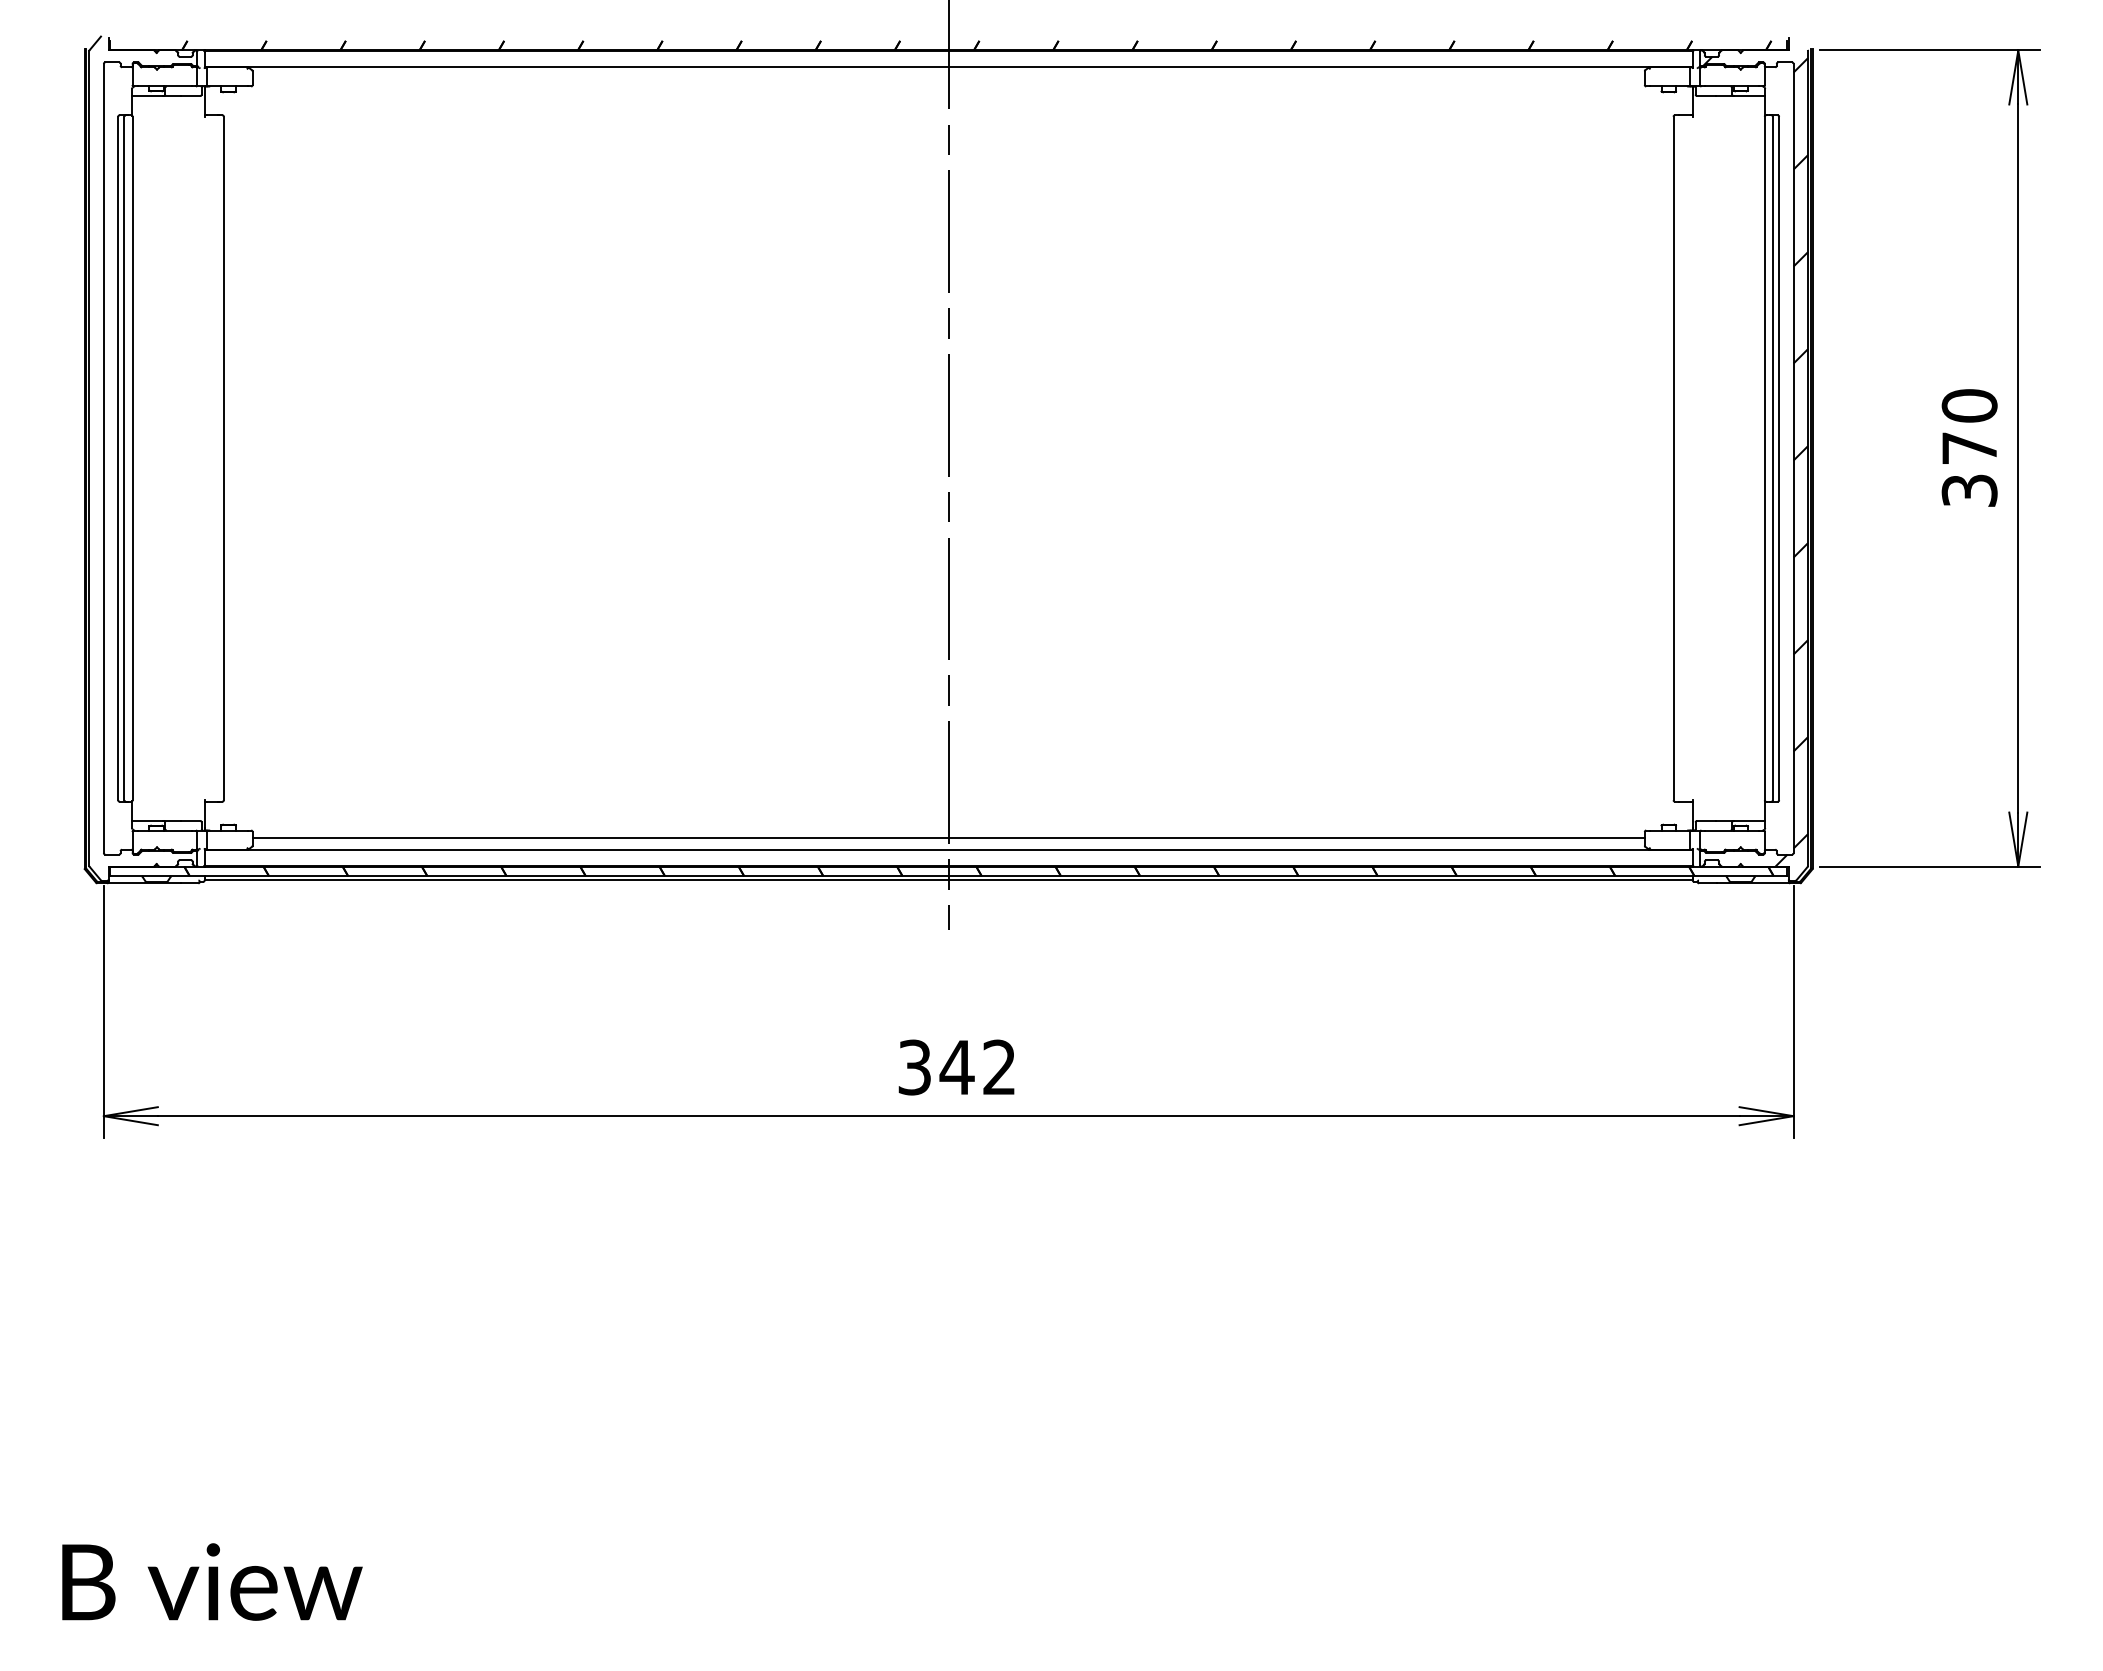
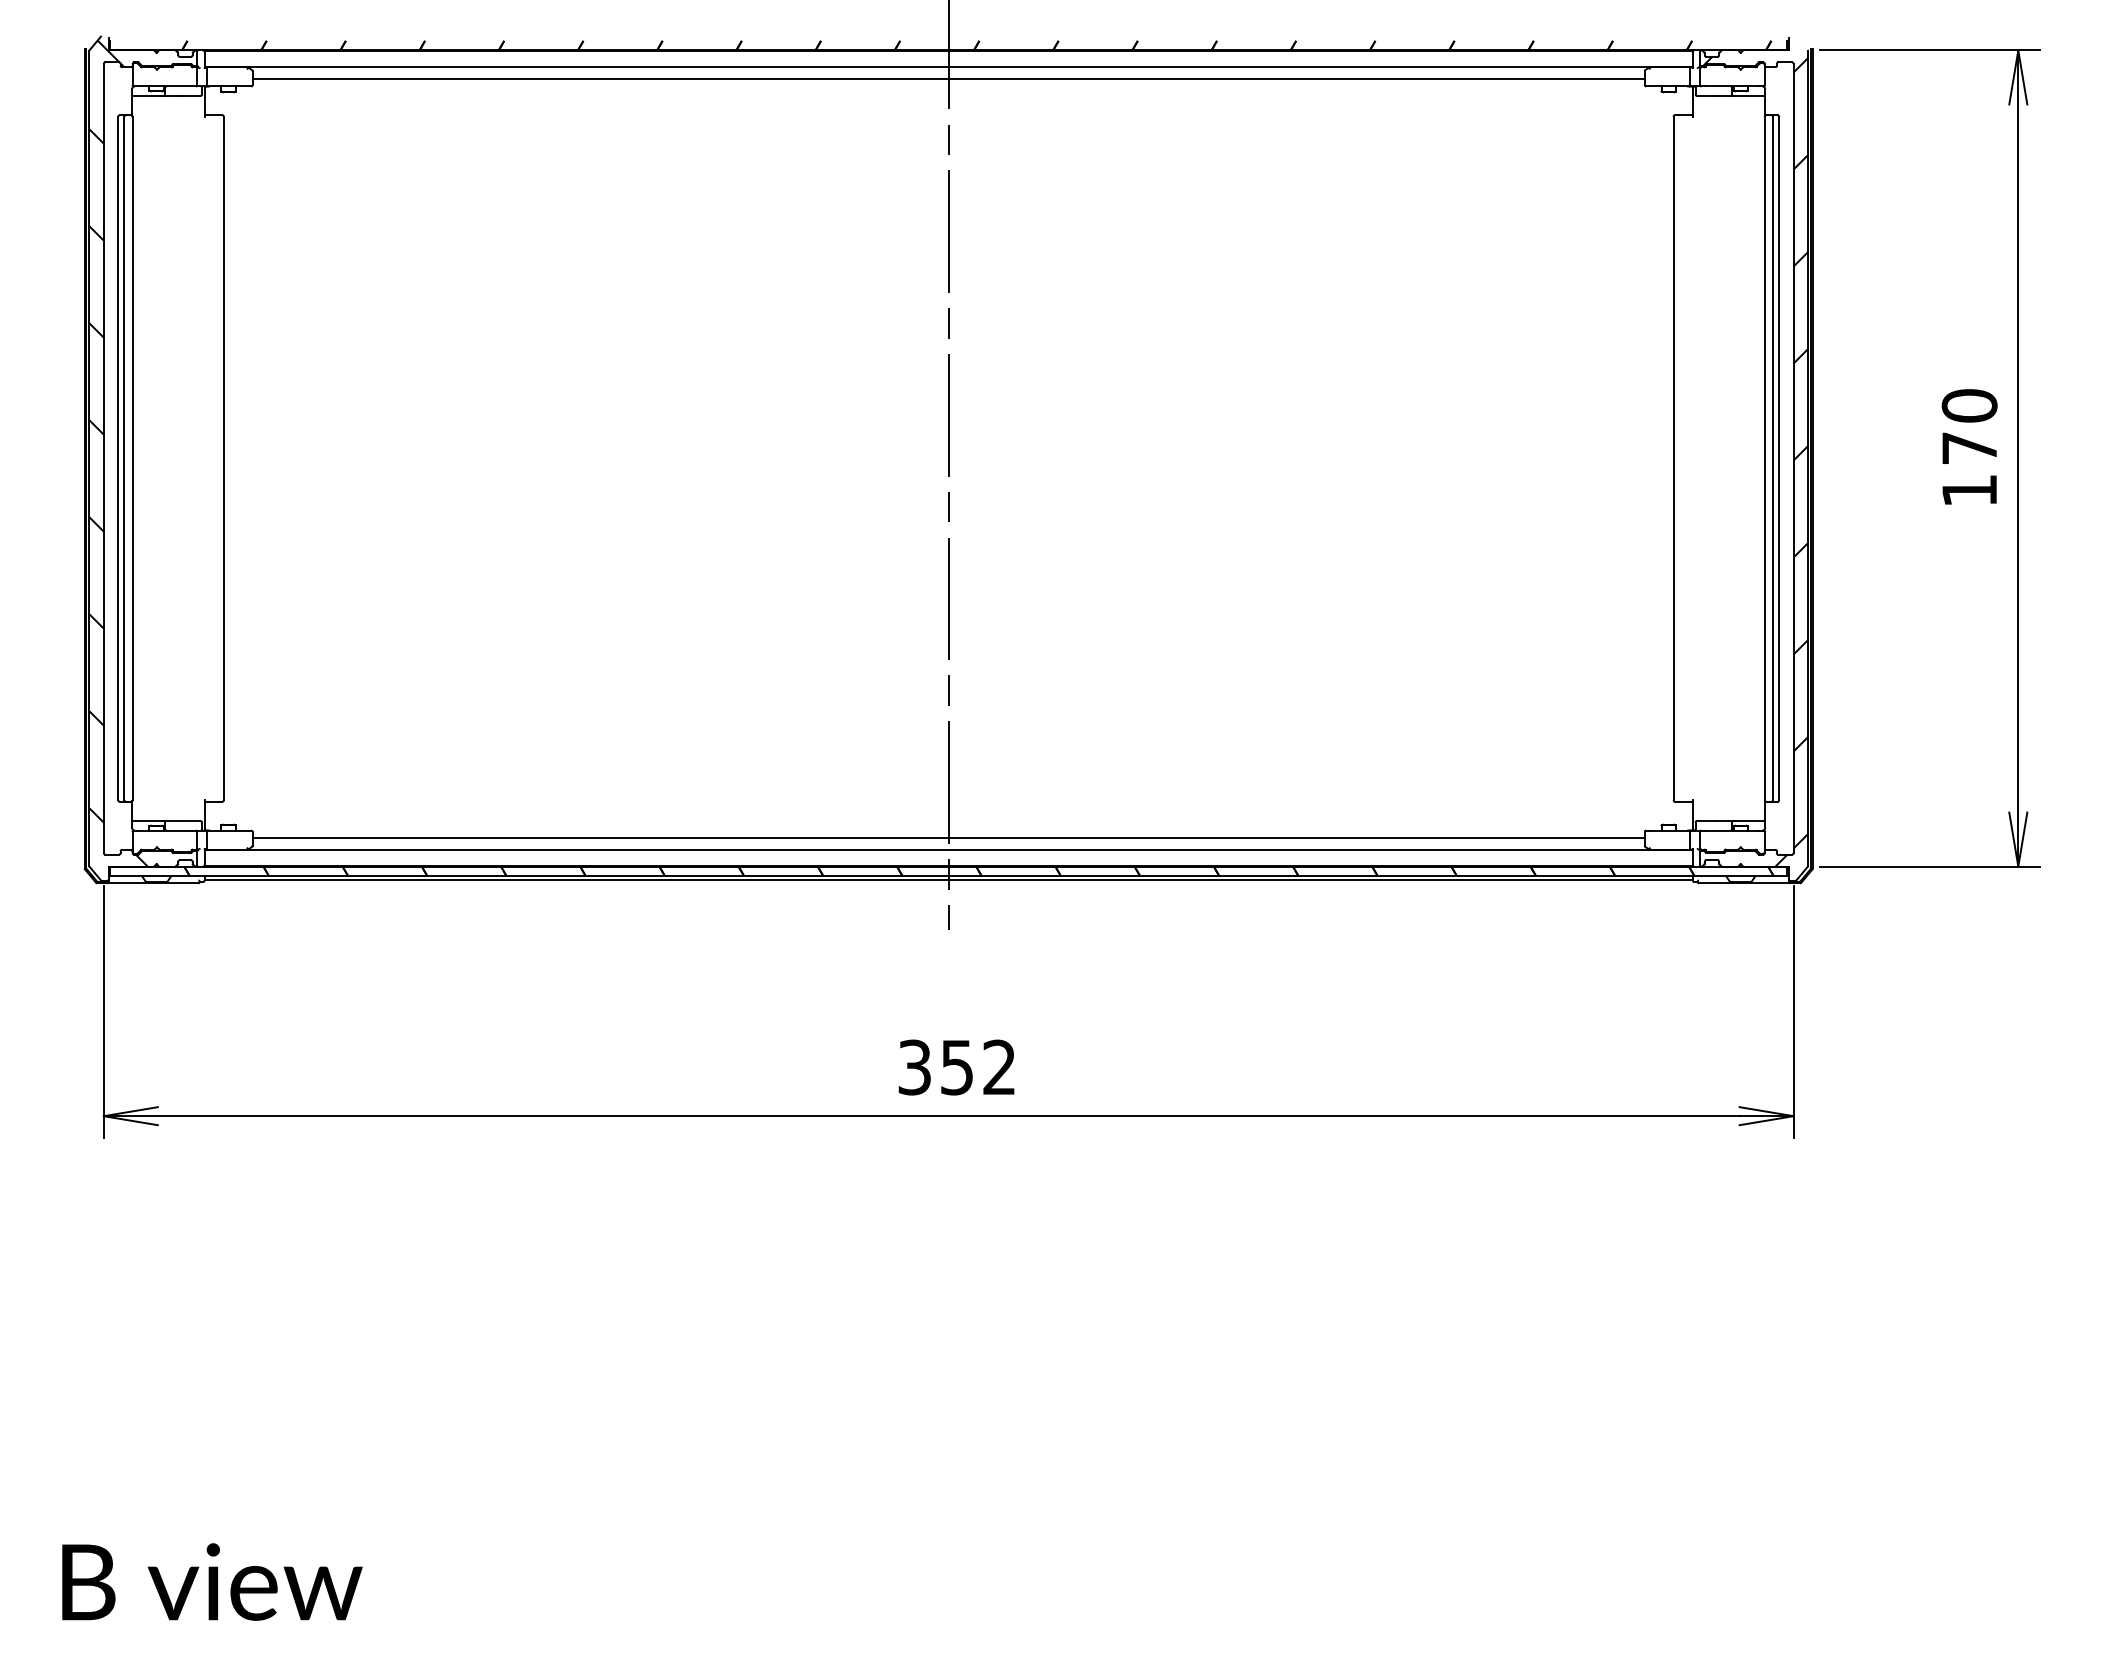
line at (948, 79): none -> present
hatch at (118, 453): none -> present
text at (1969, 490): 370 -> 170
text at (956, 1067): 342 -> 352
